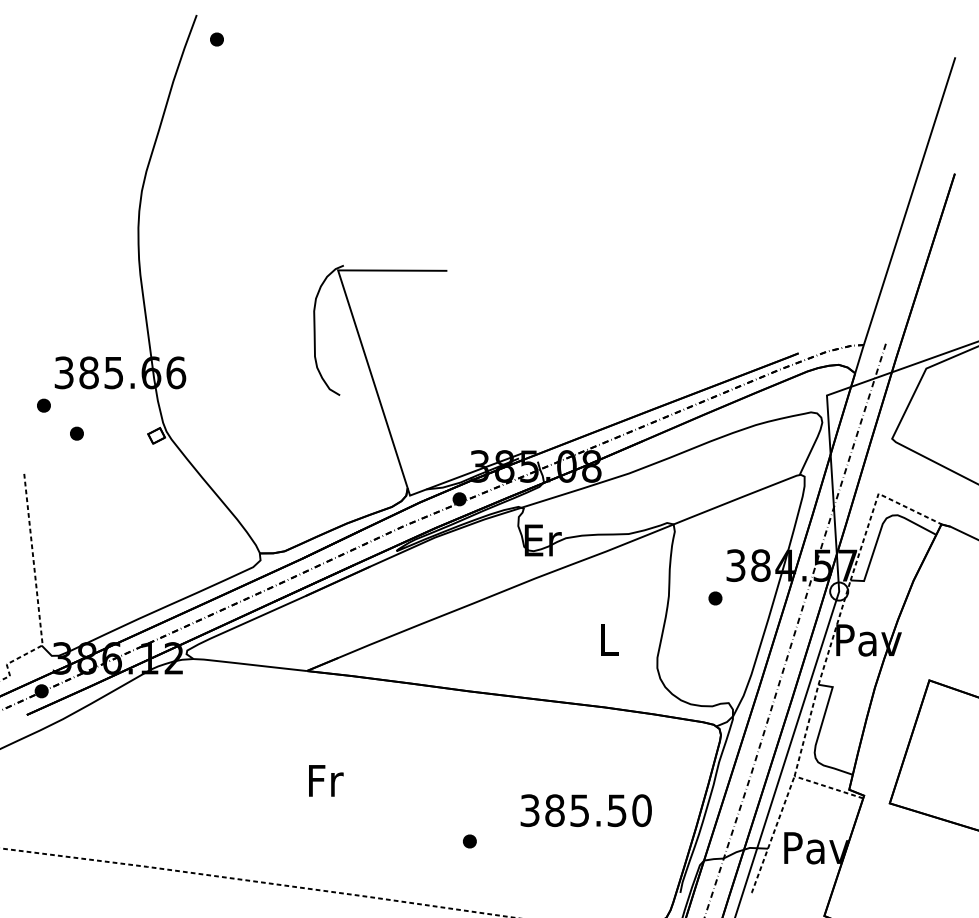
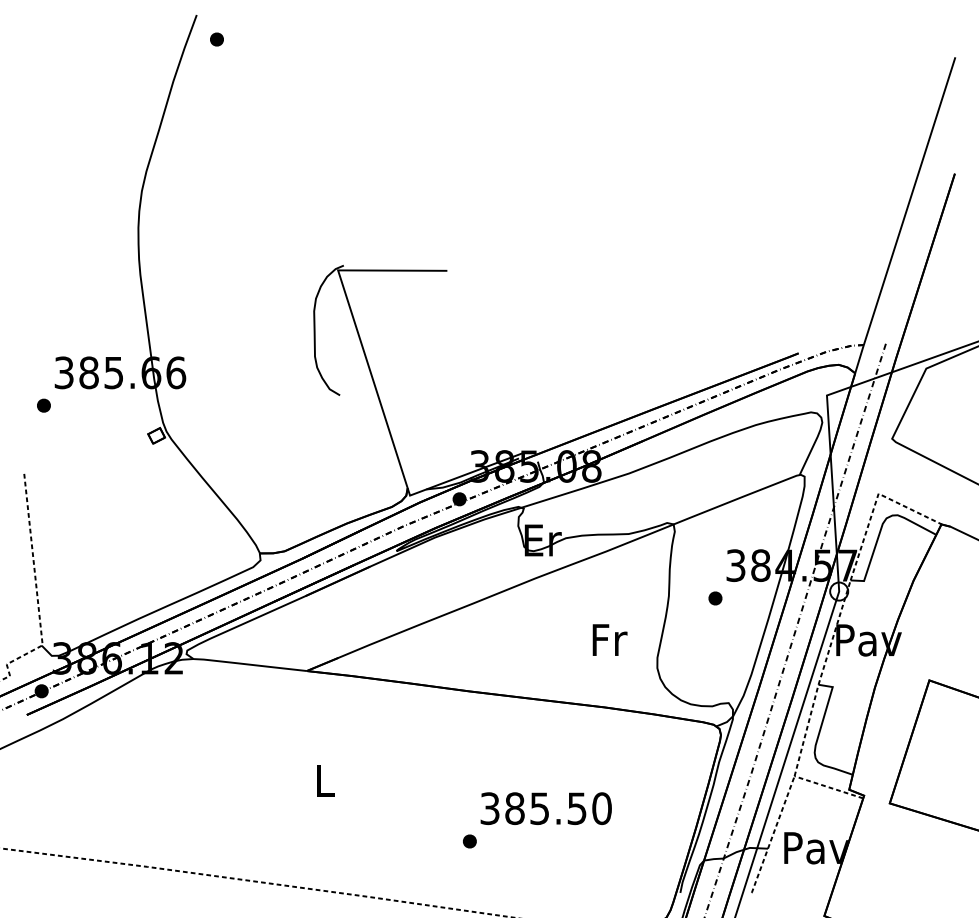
part at (76, 433): present -> none
text at (609, 639): L -> Fr
text at (326, 780): Fr -> L
text at (585, 810) position: (585, 810) -> (545, 808)
